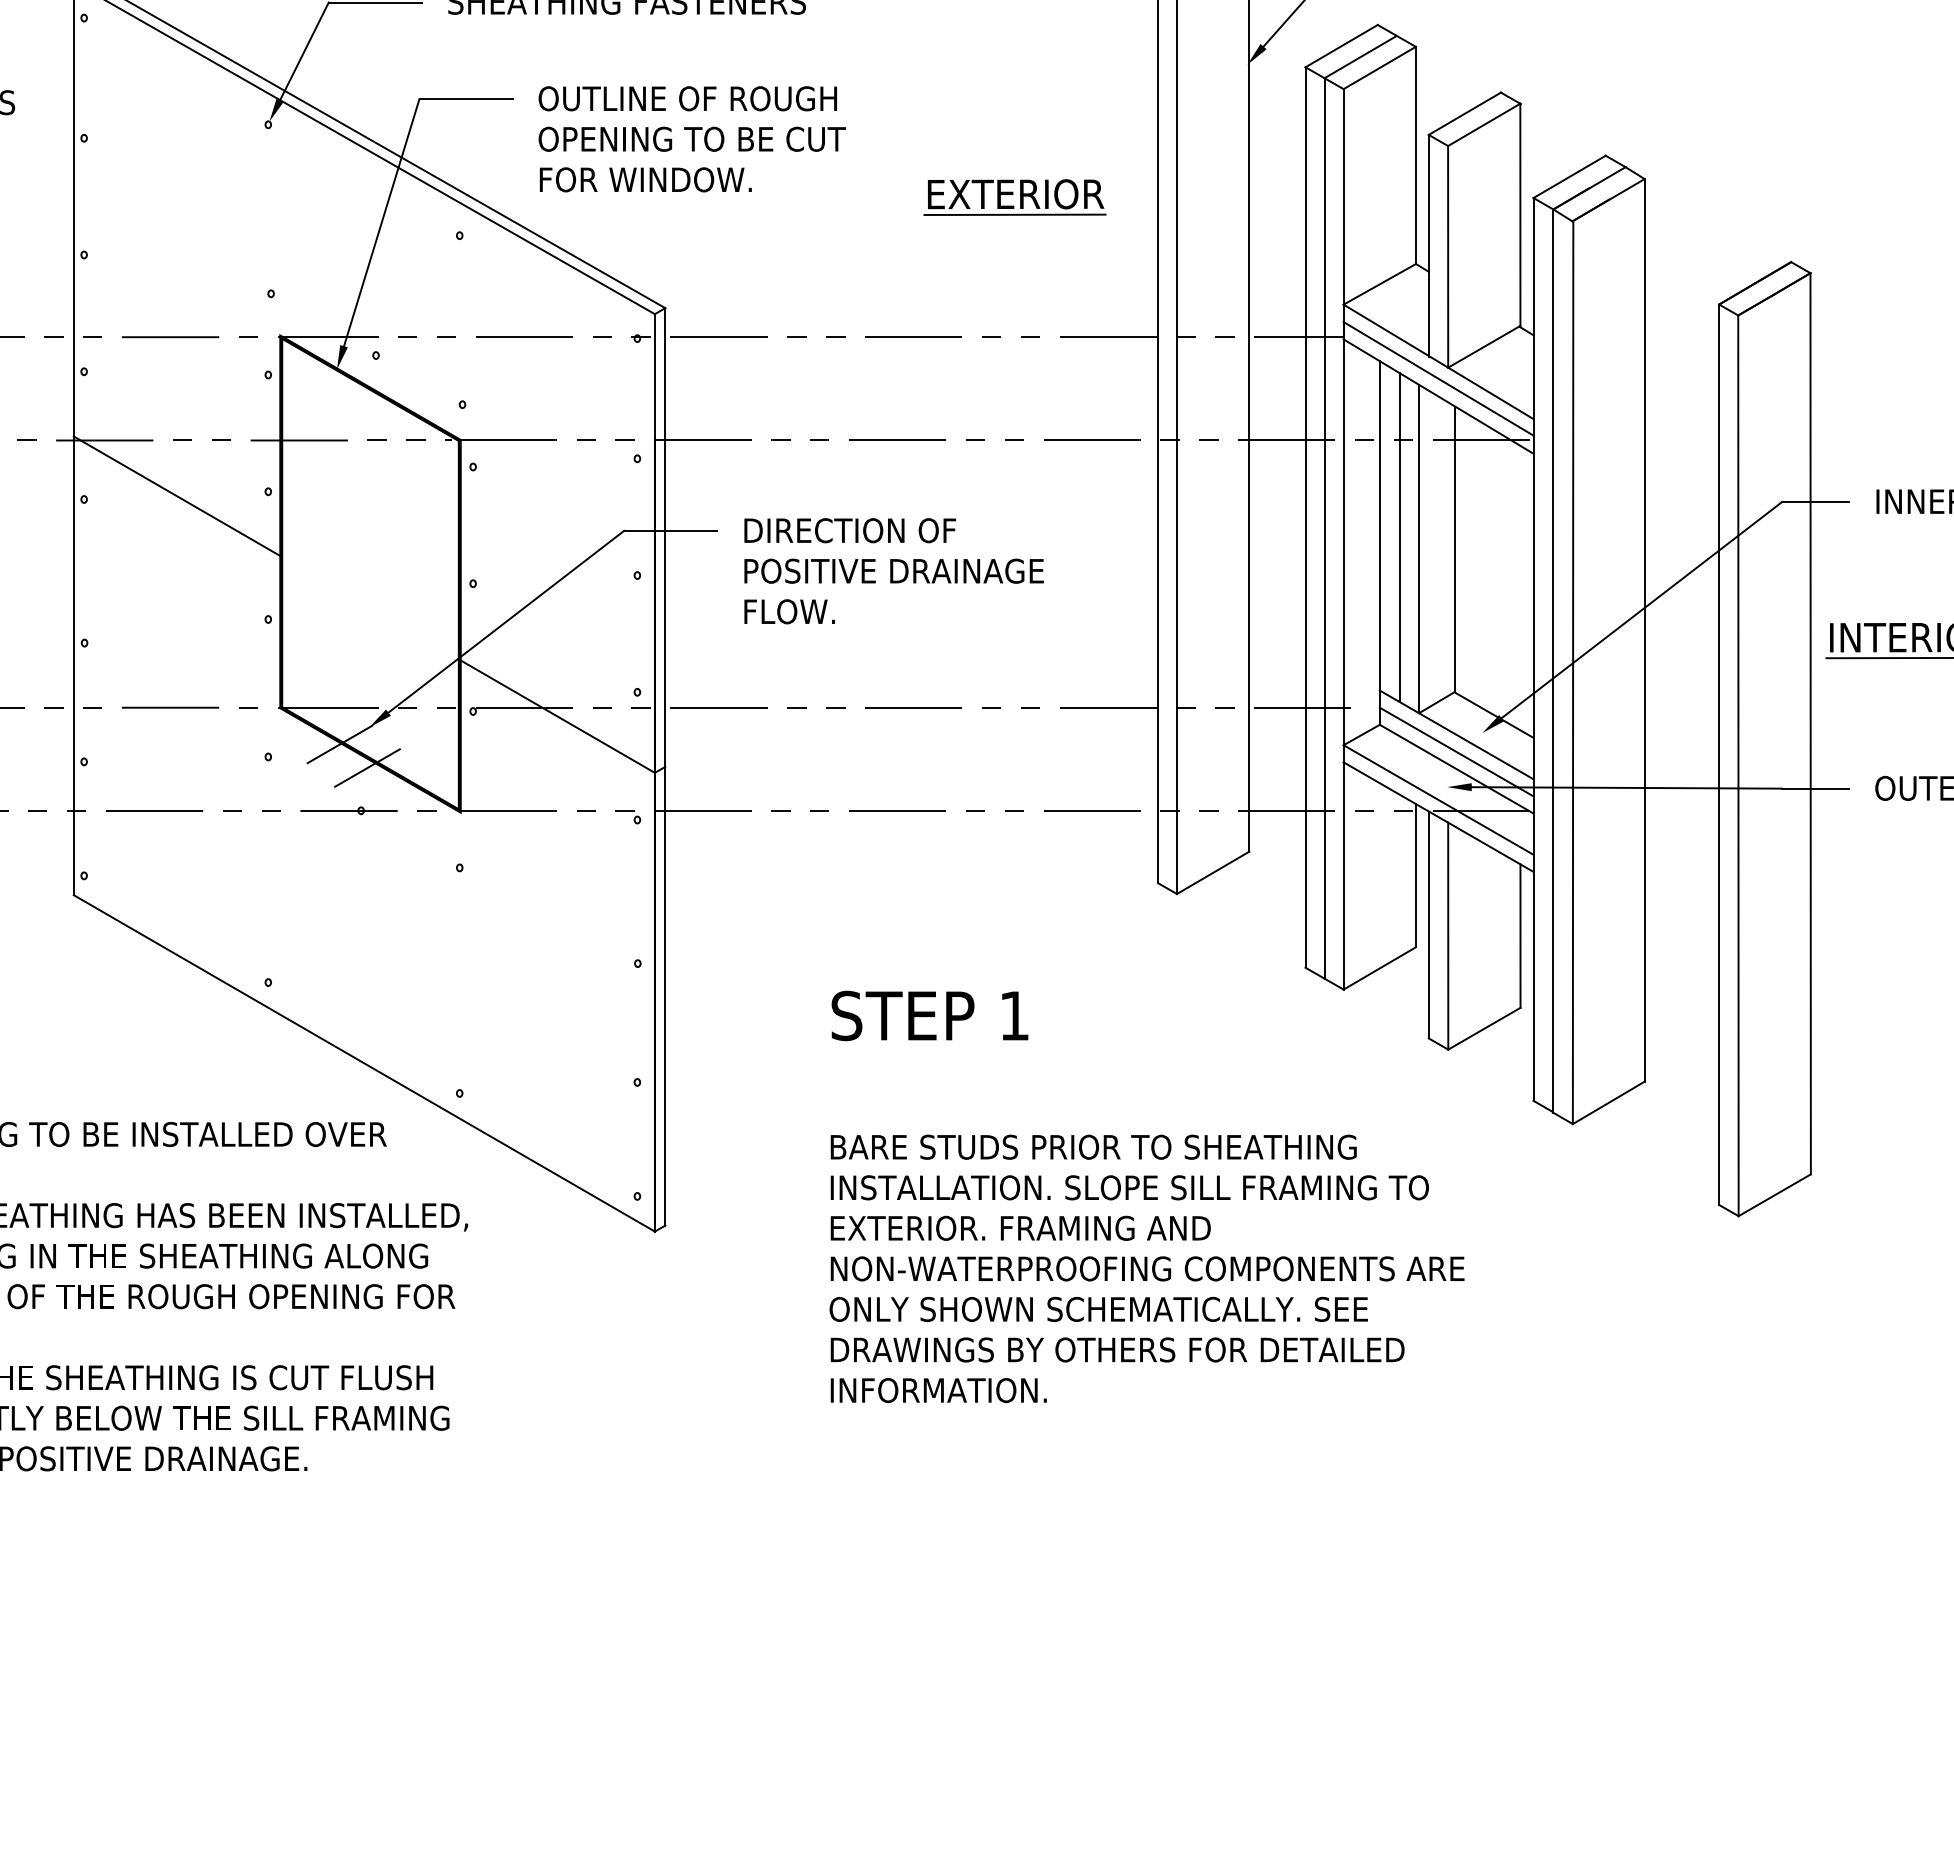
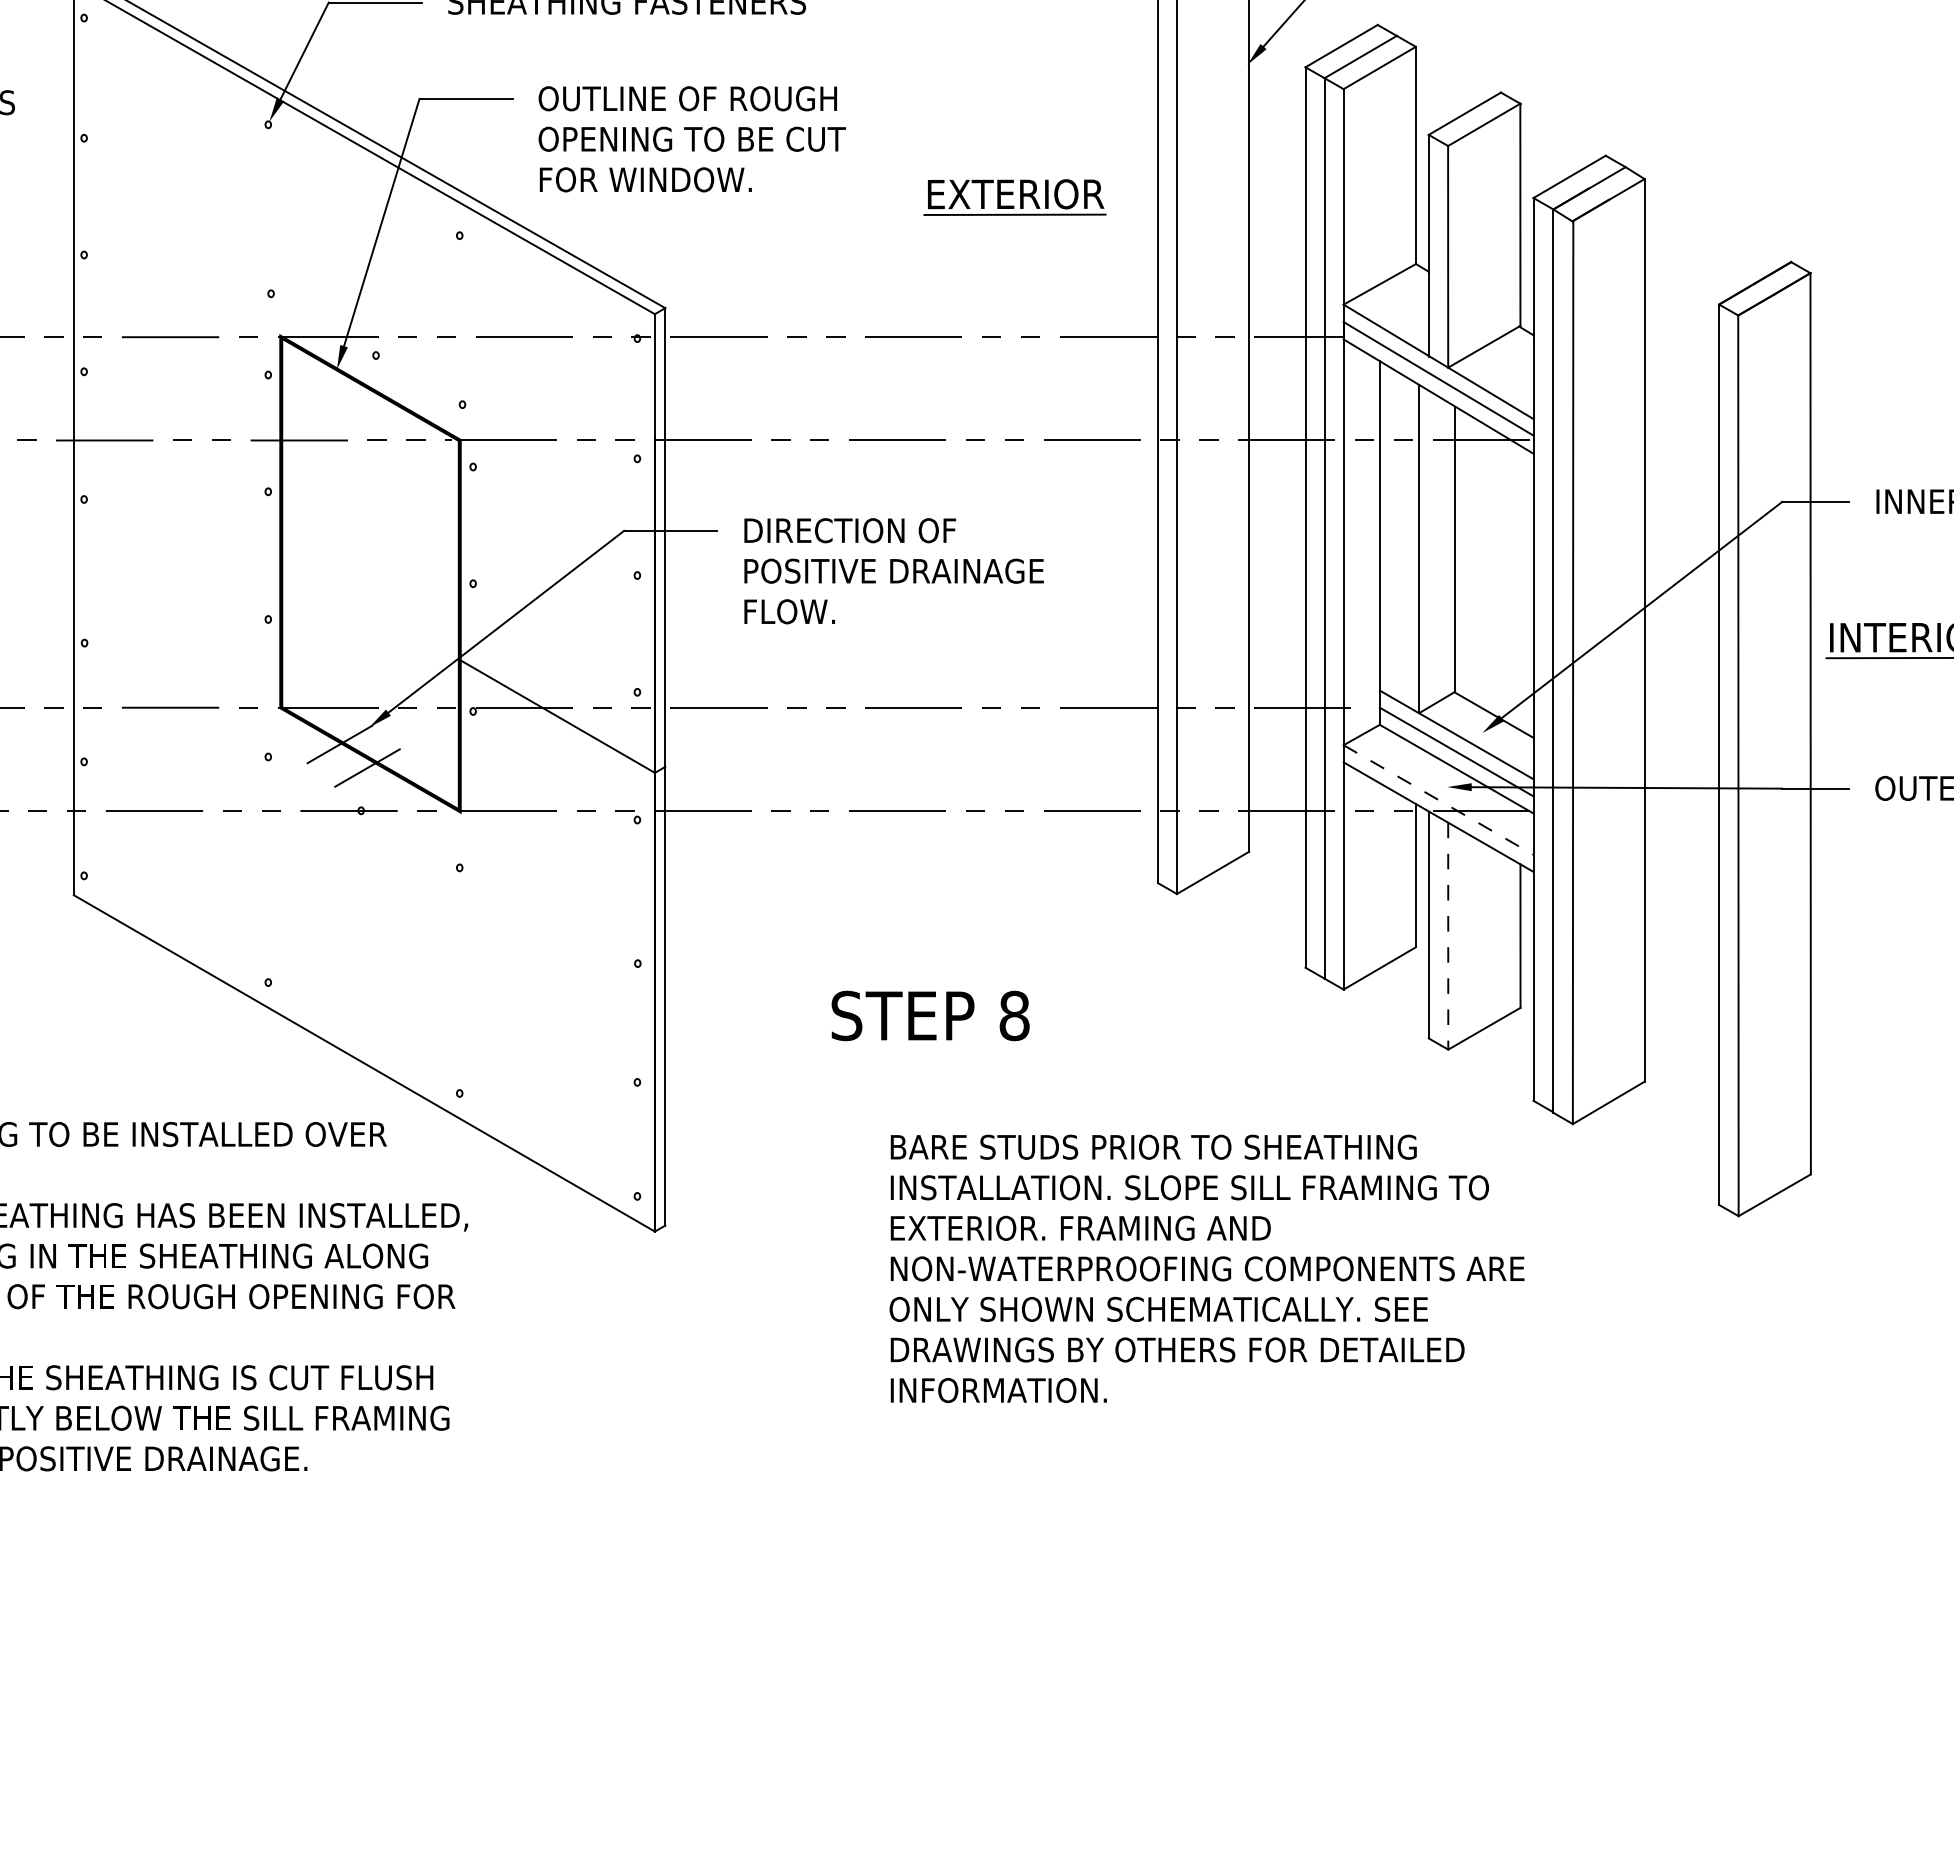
line at (177, 496): present -> none
line at (1399, 537): present -> none
line at (1438, 800): solid -> dashed
line at (1448, 936): solid -> dashed
text at (1014, 1015): 1 -> 8
text at (1146, 1268) position: (1146, 1268) -> (1206, 1268)
